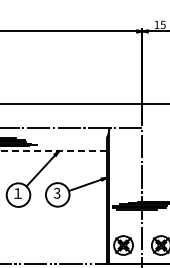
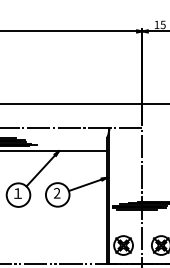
line at (53, 151): dashed -> solid
text at (56, 193): 3 -> 2
